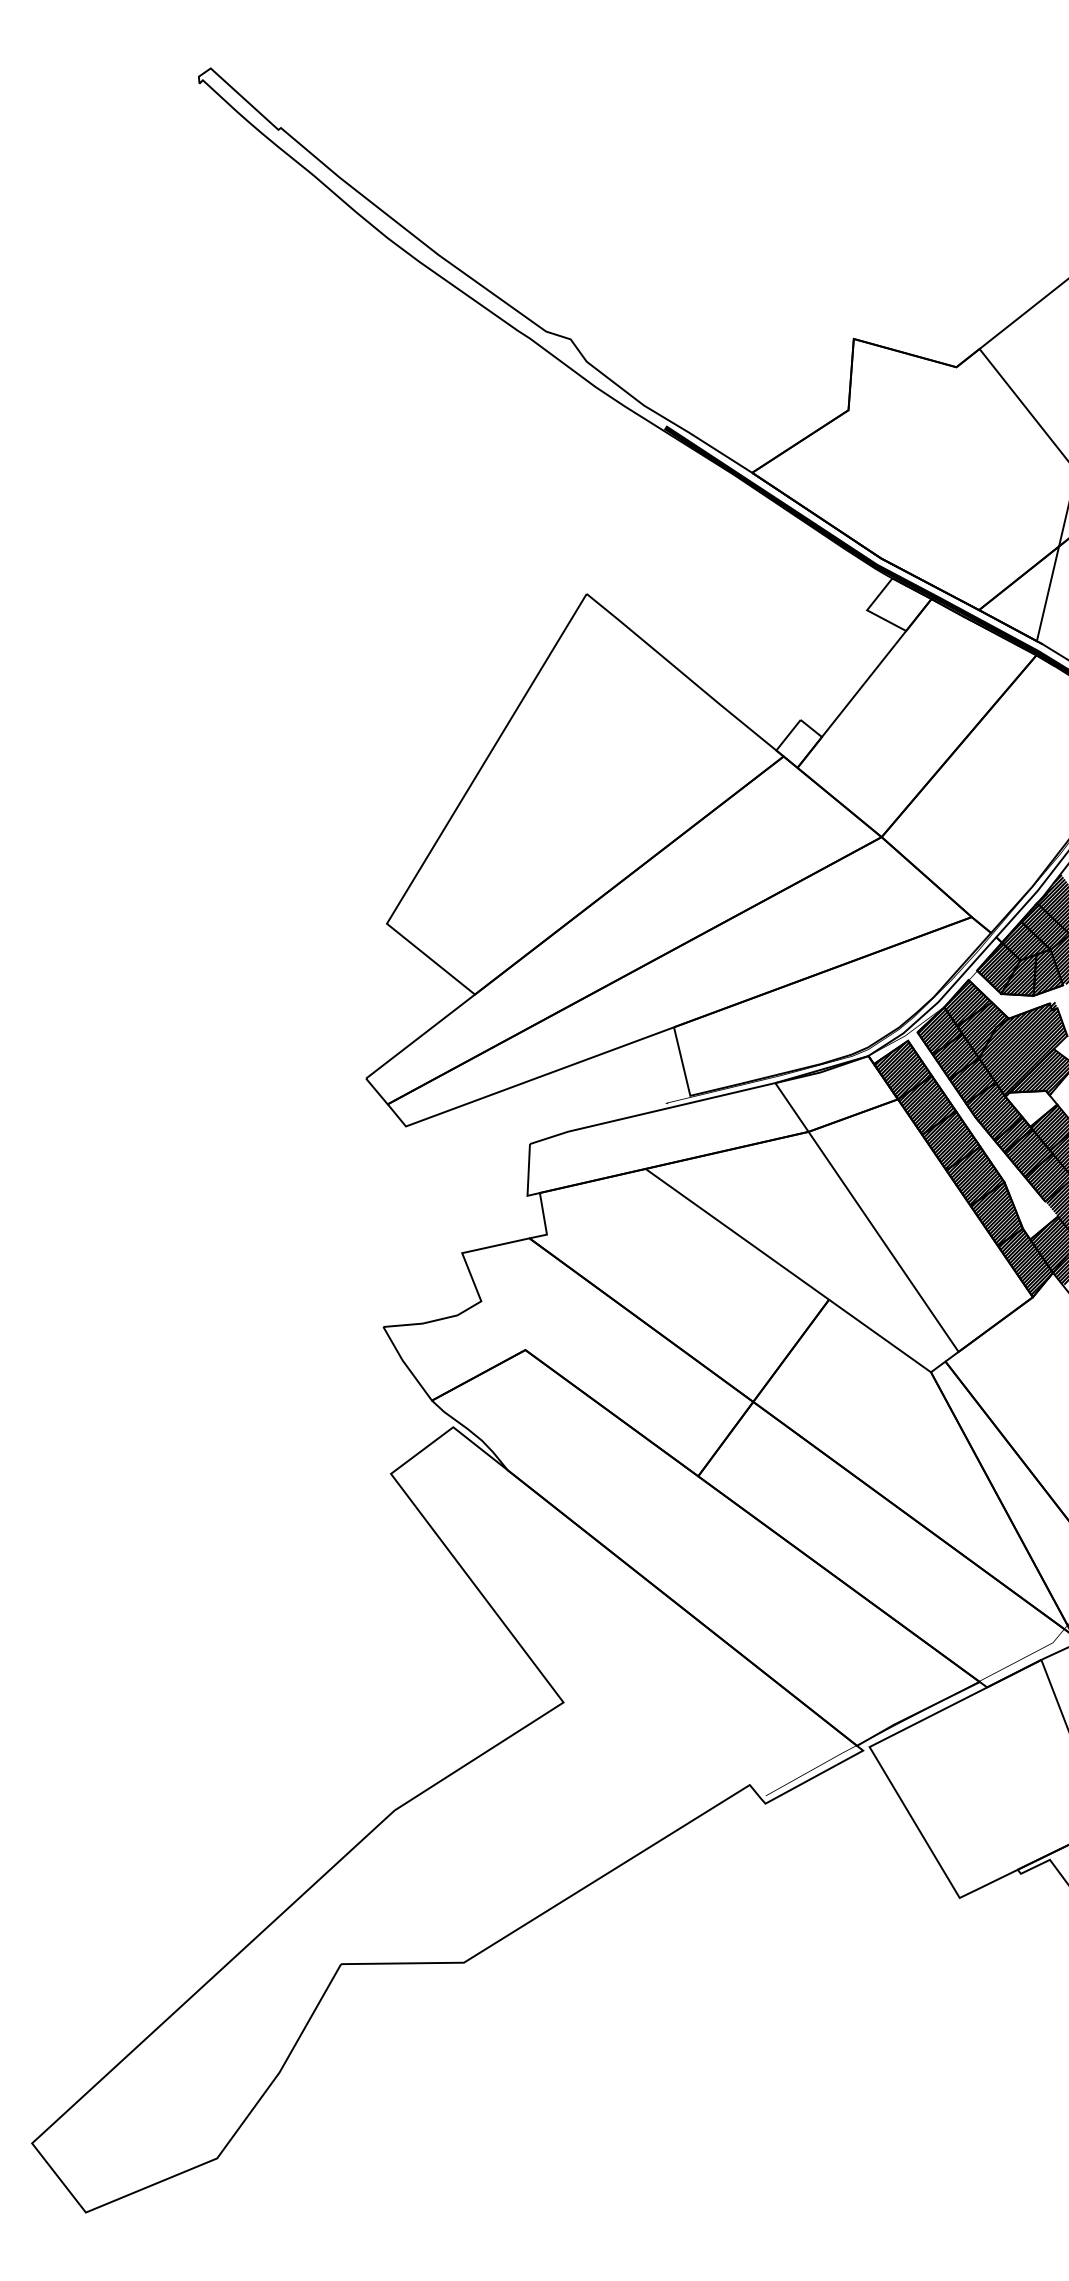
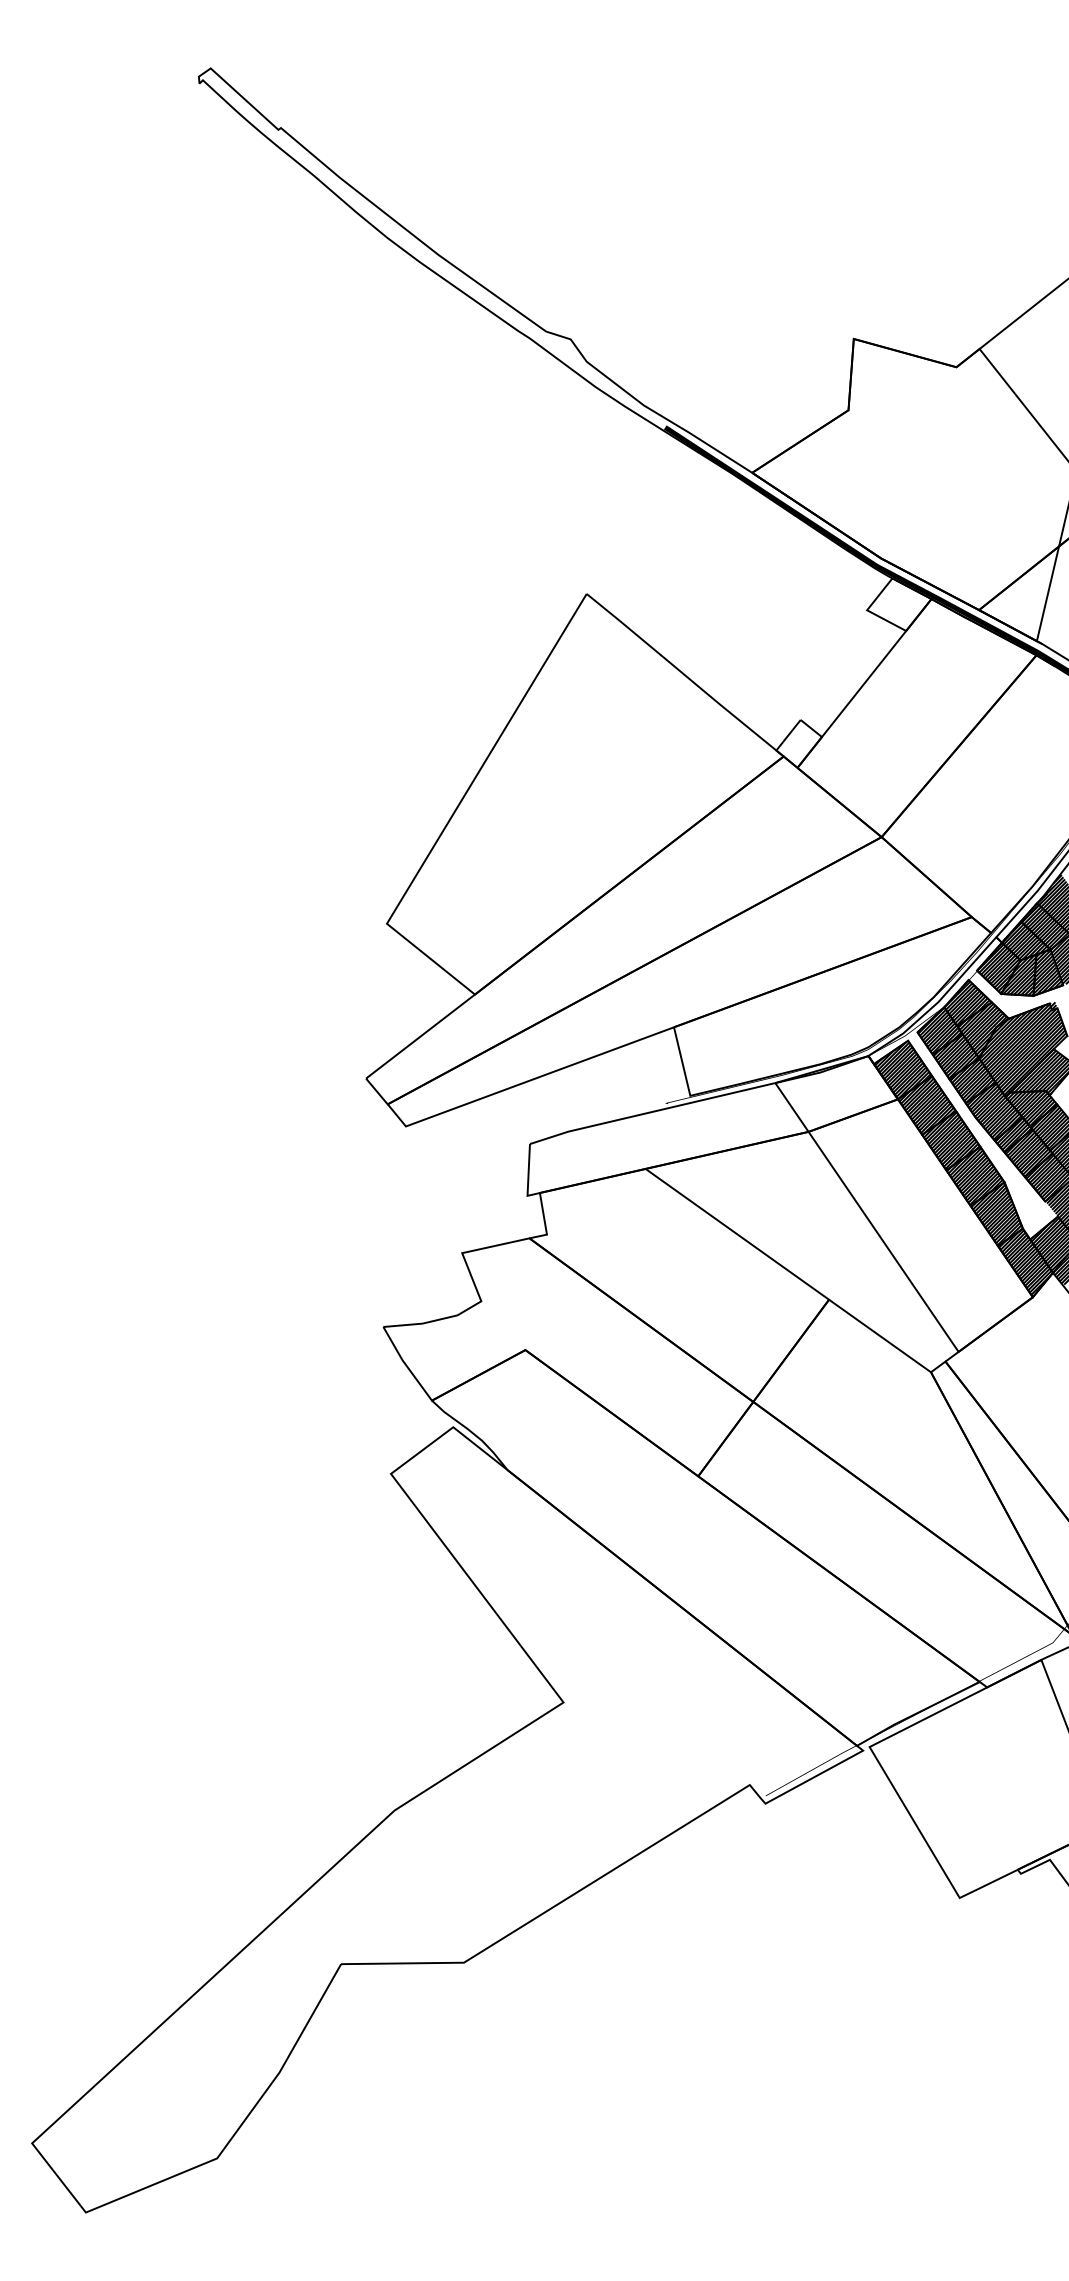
hatch at (1030, 1108): none -> present
